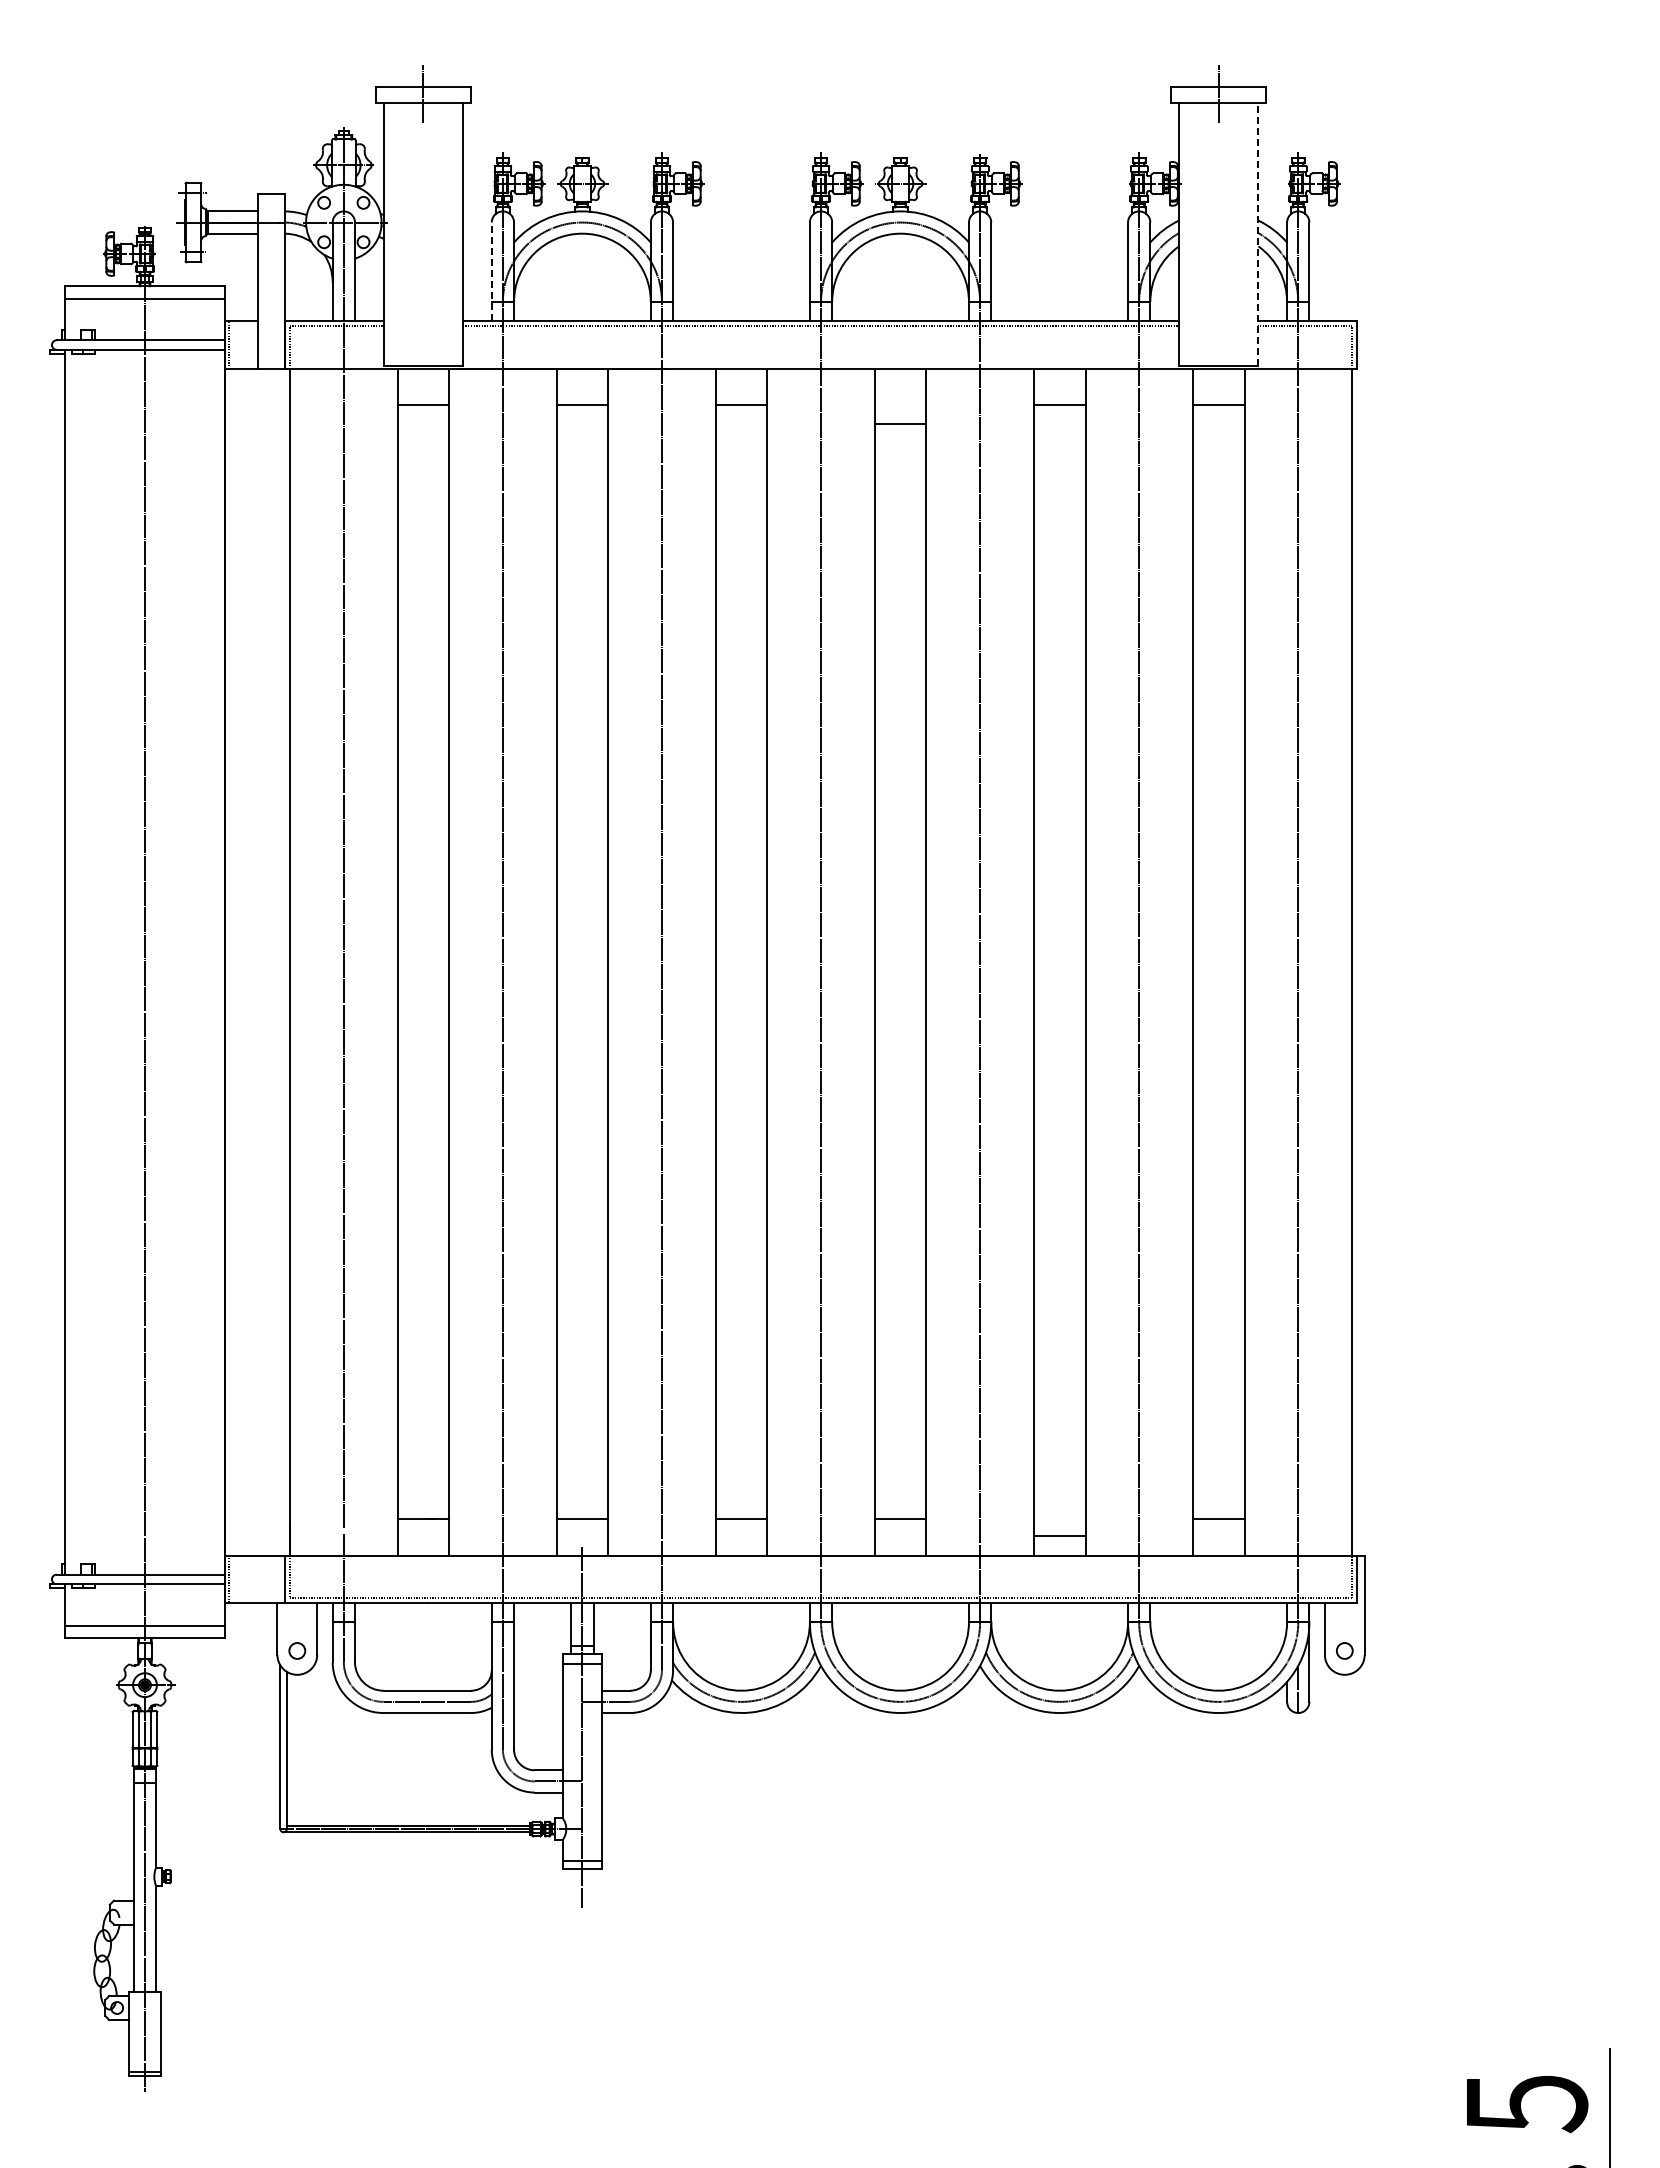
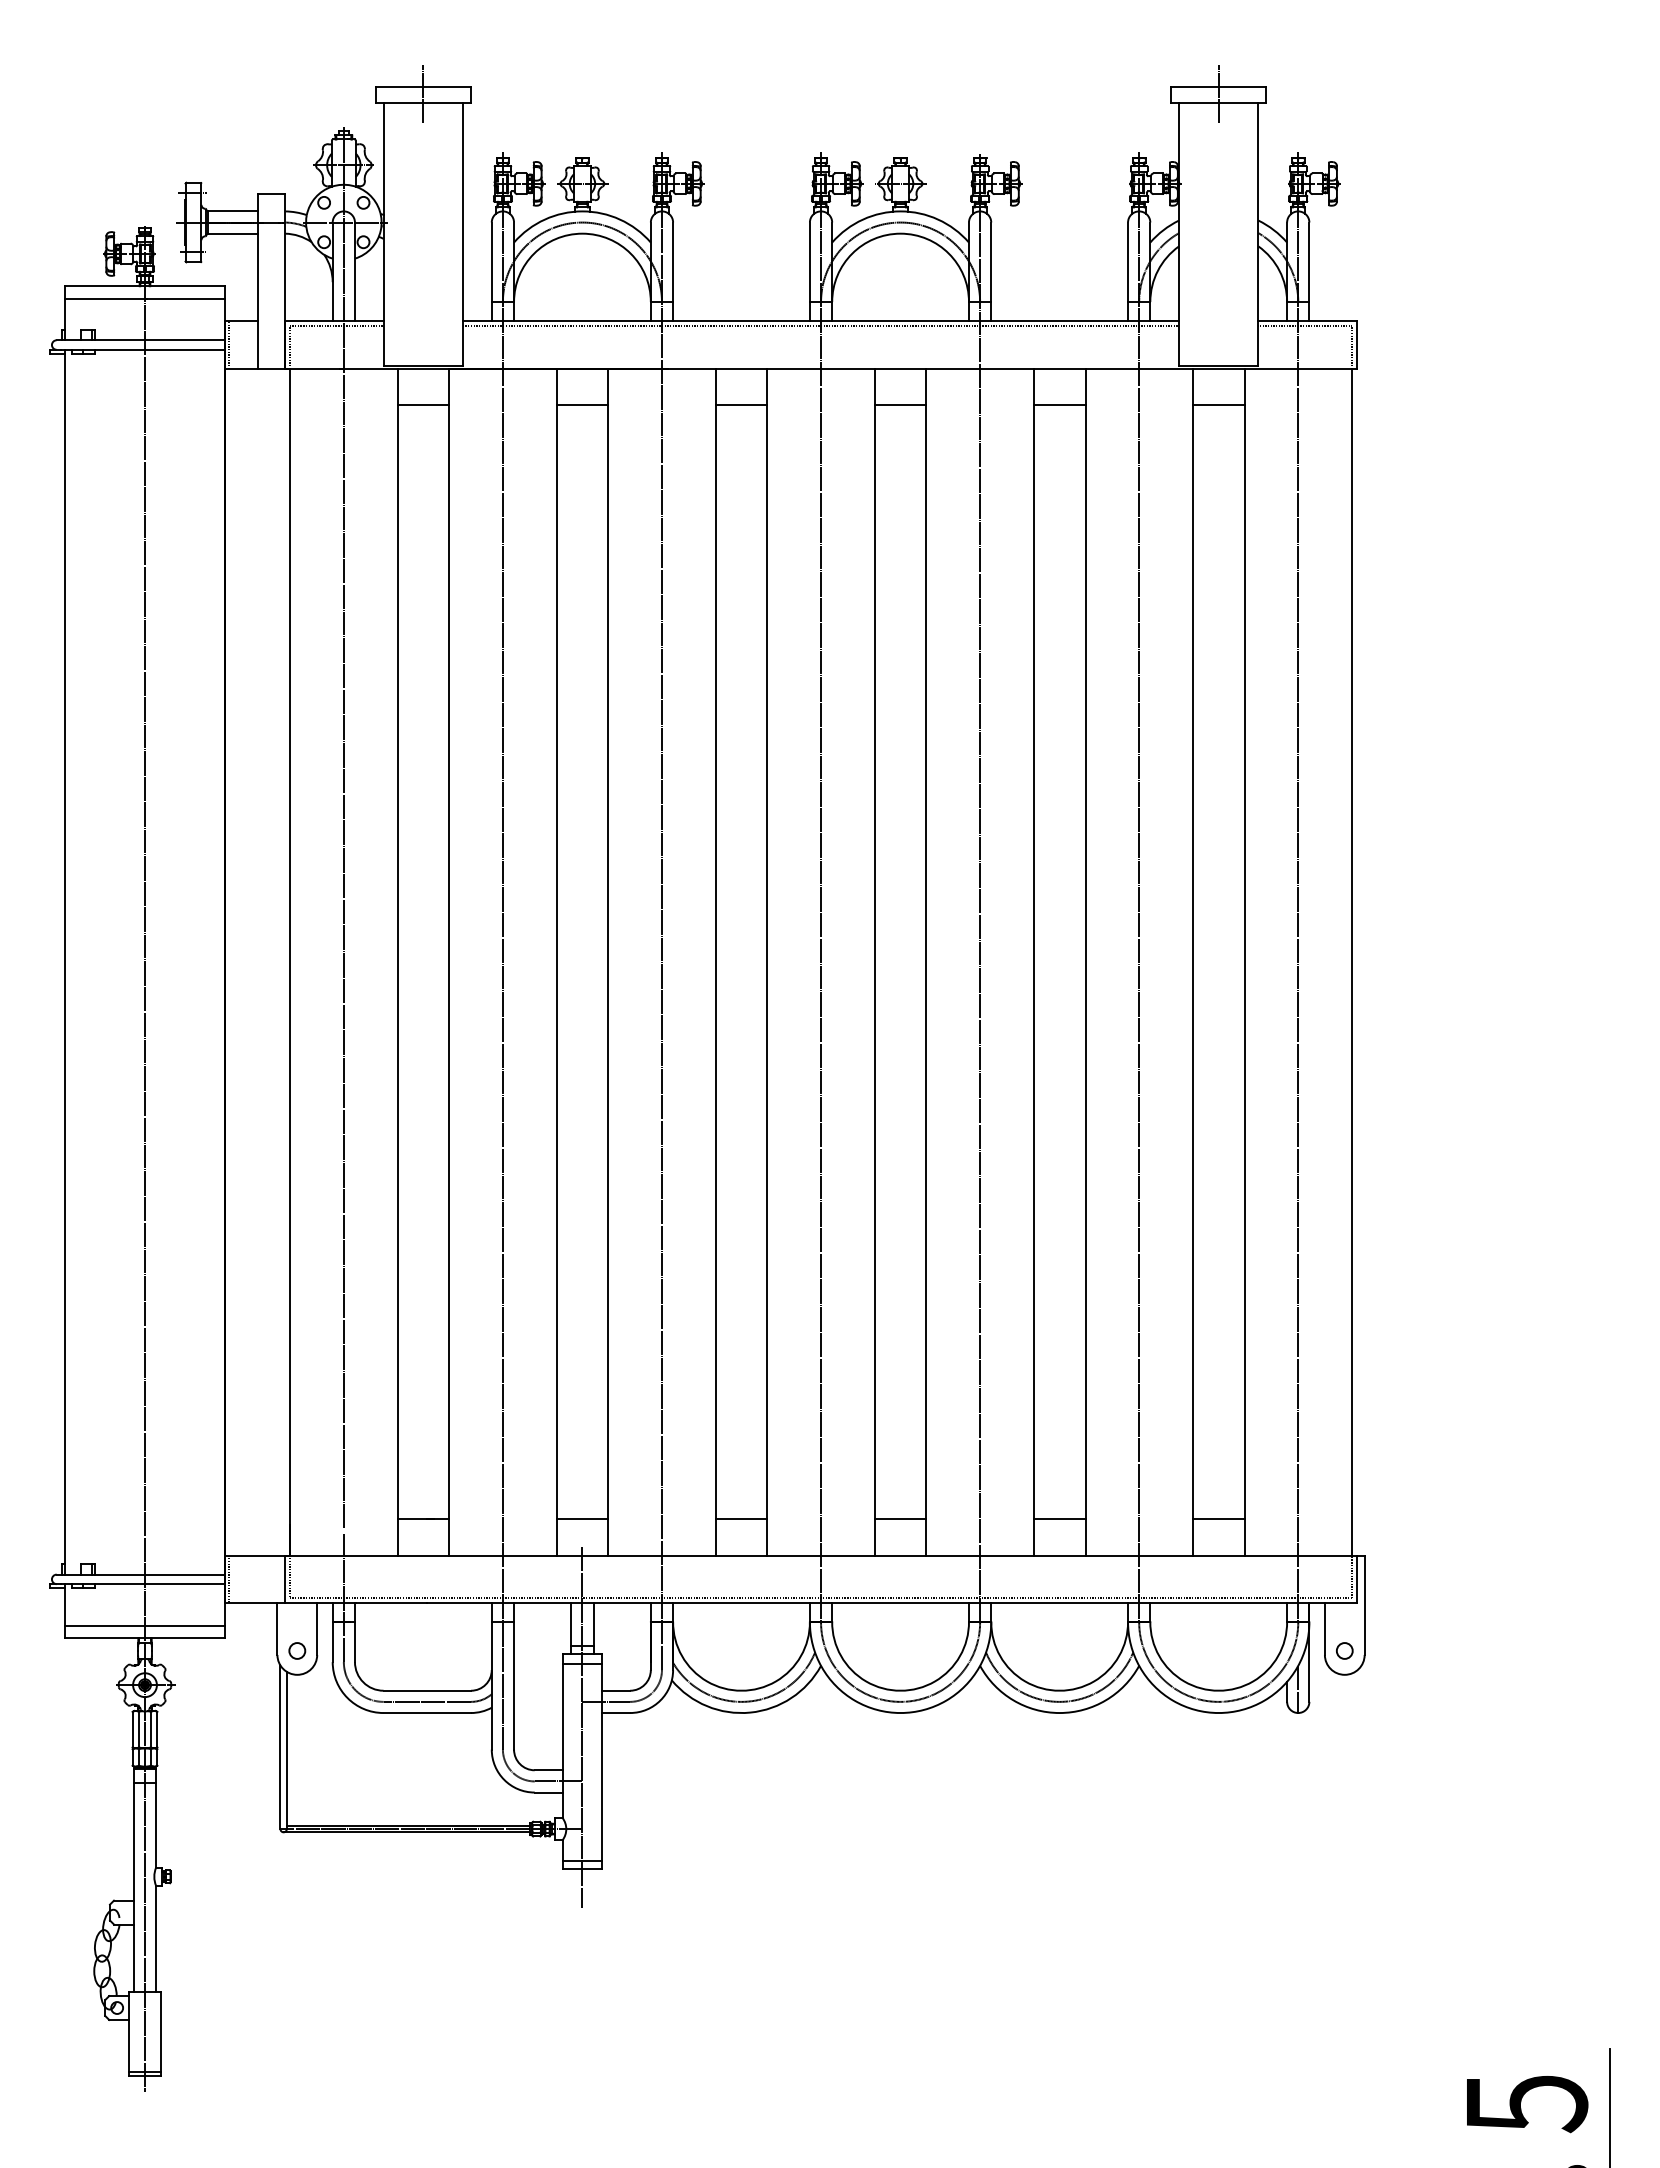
line at (1258, 233): dashed -> solid
line at (491, 271): dashed -> solid
line at (900, 424) position: (900, 424) -> (900, 405)
line at (1059, 1535) position: (1059, 1535) -> (1059, 1518)
